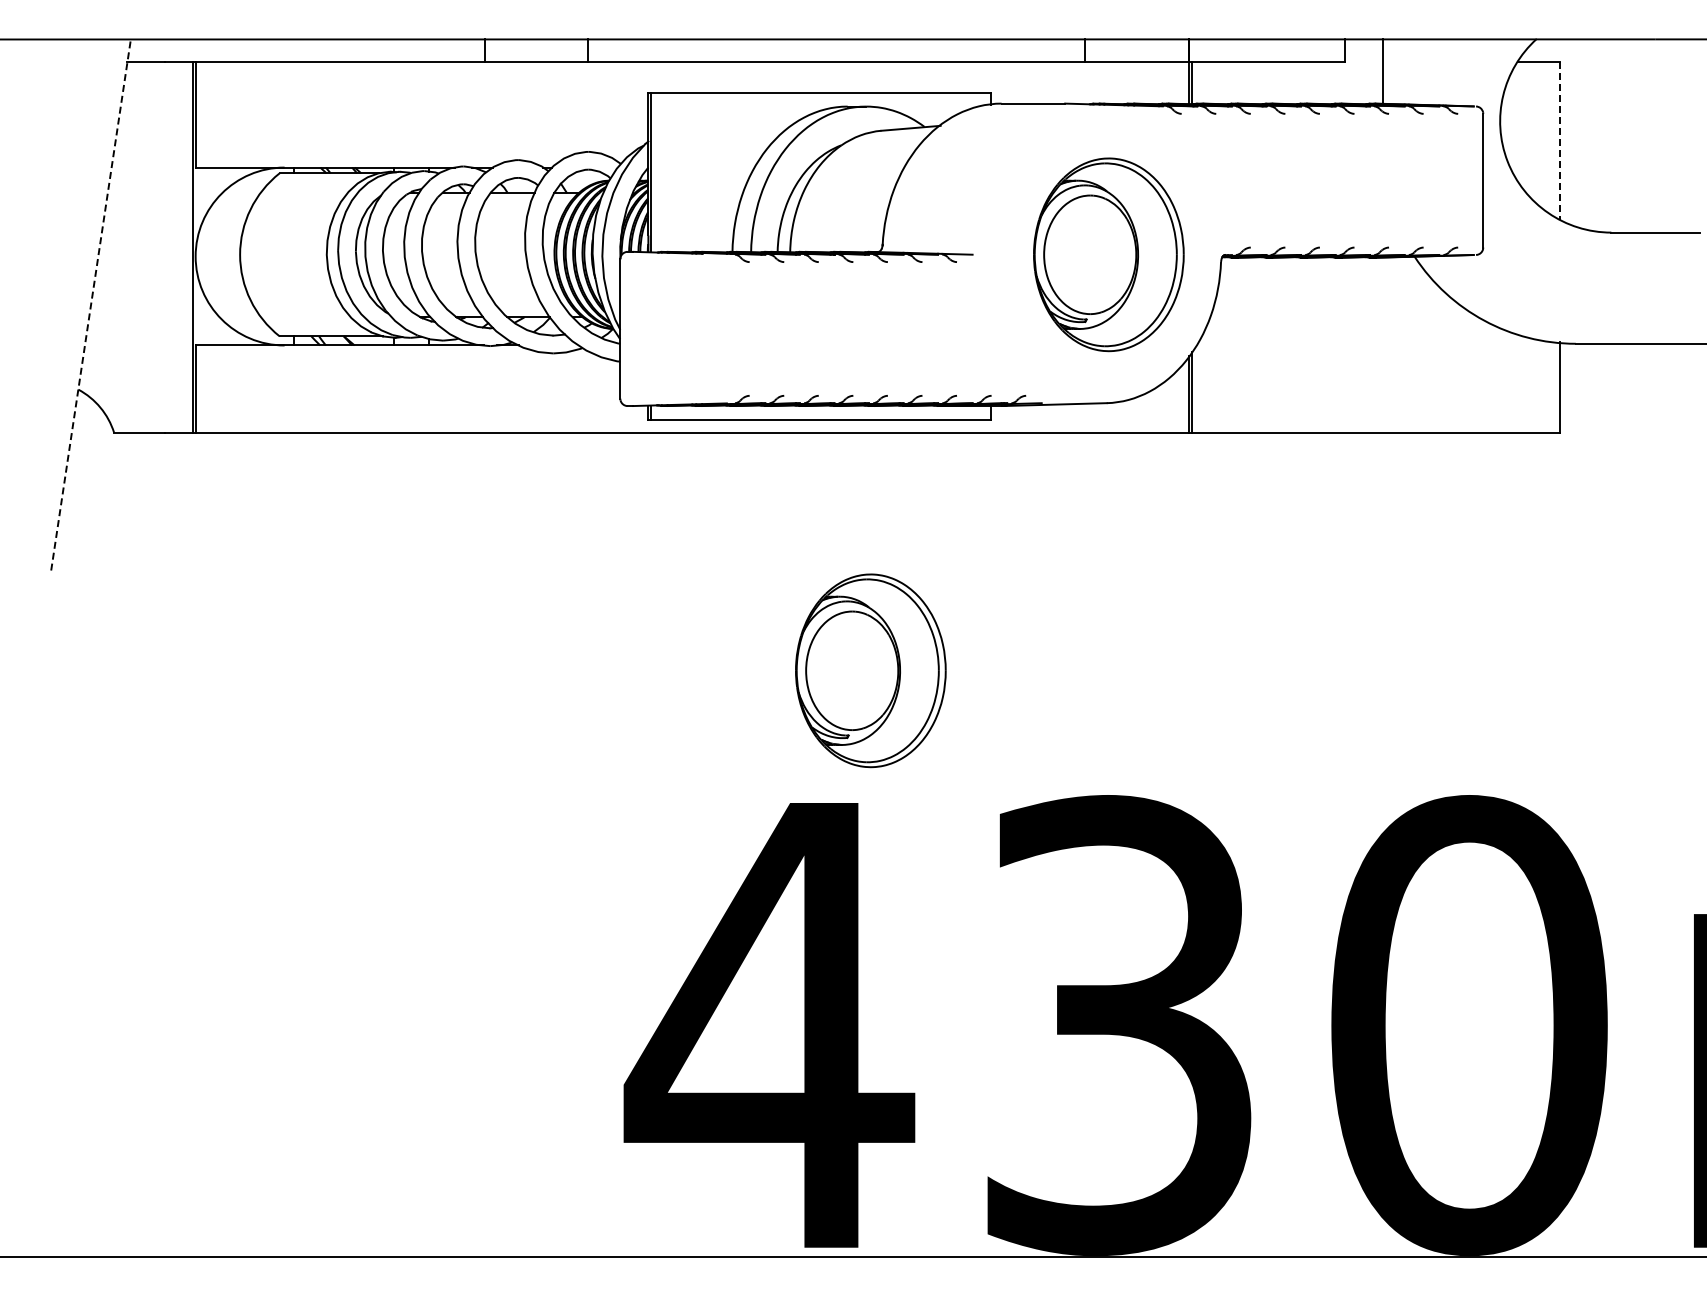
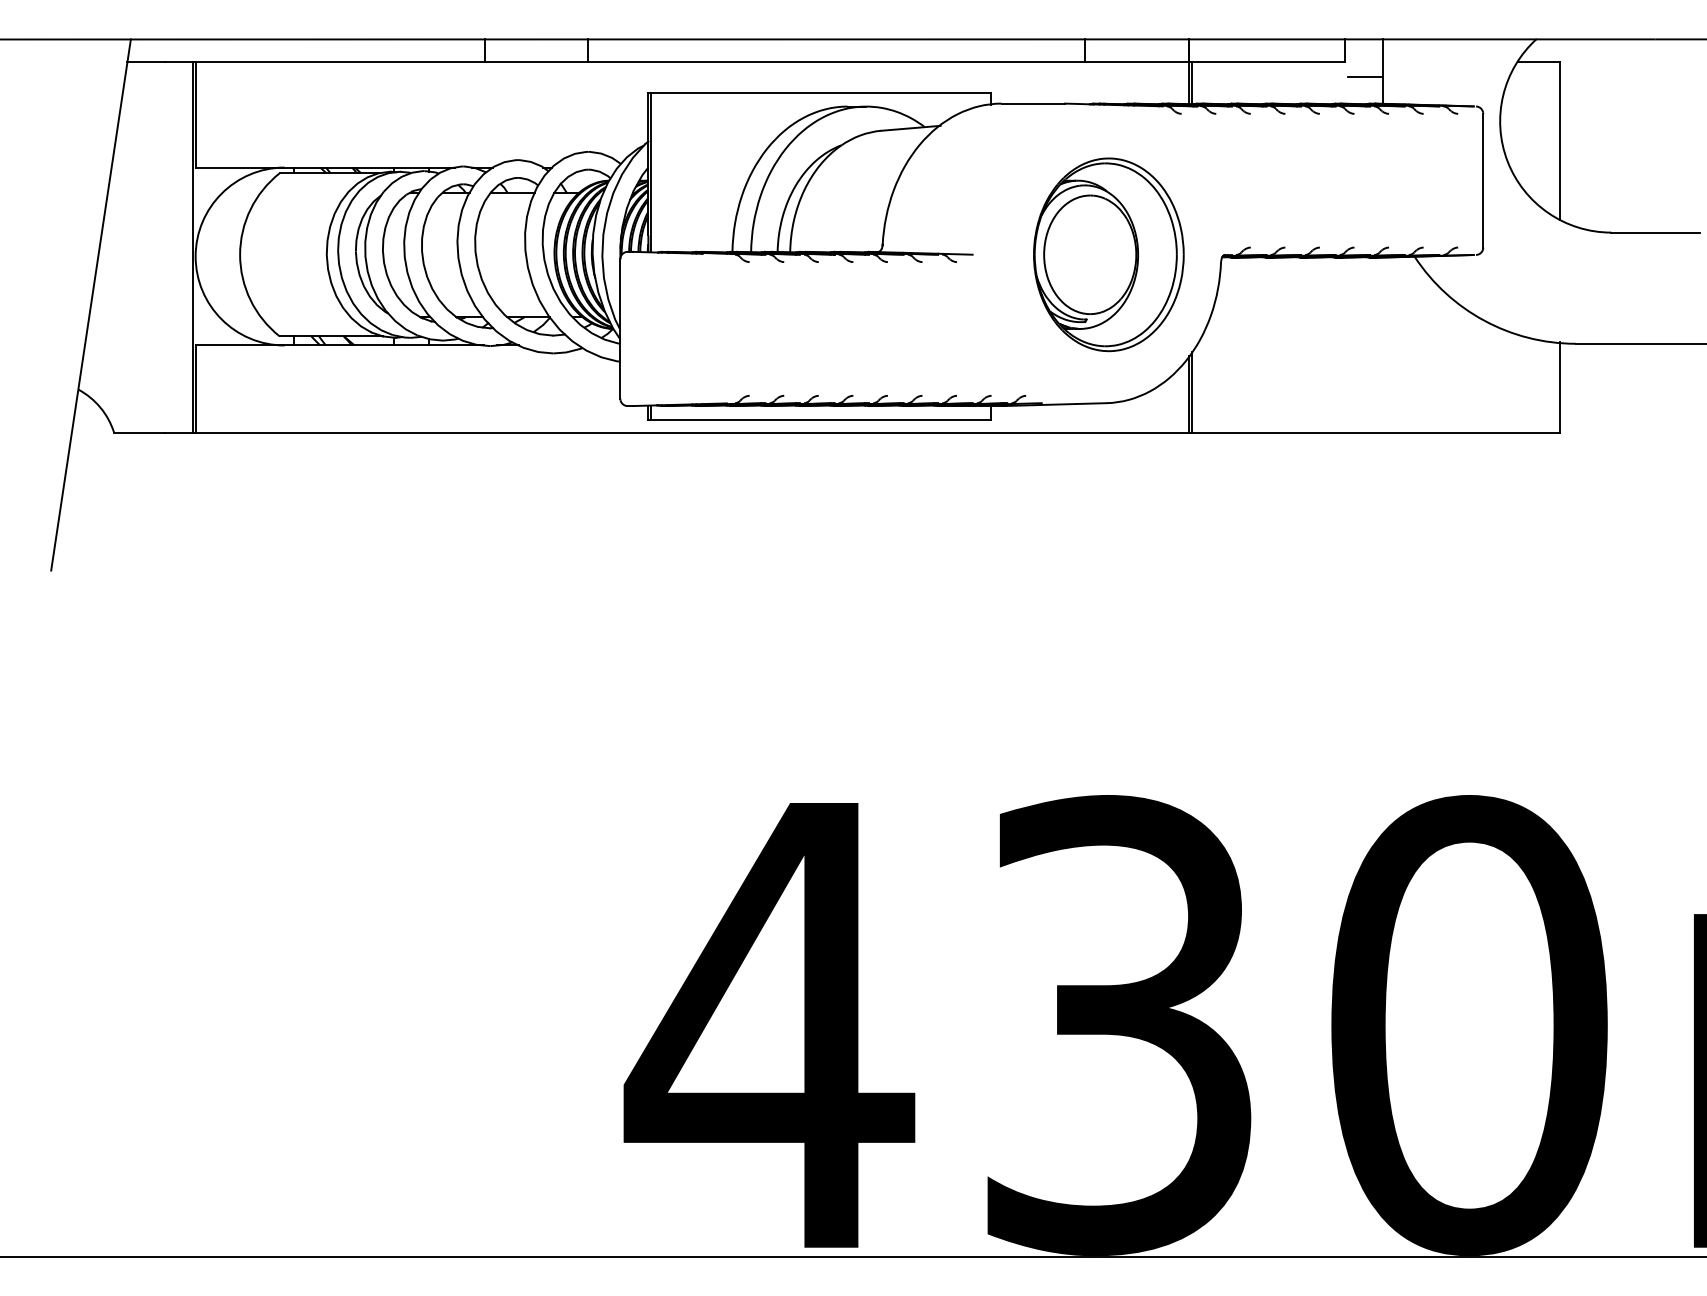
line at (1365, 76): none -> present
line at (1560, 140): dashed -> solid
line at (91, 305): dashed -> solid
part at (870, 670): present -> none
